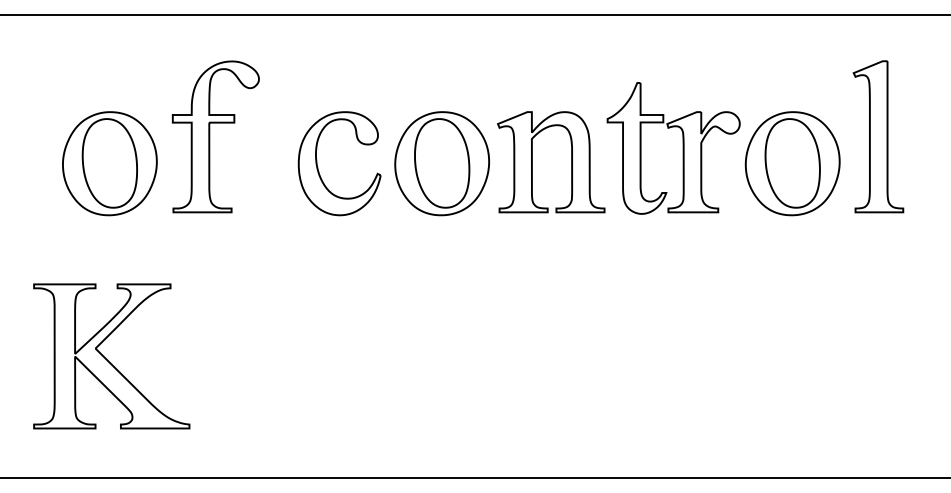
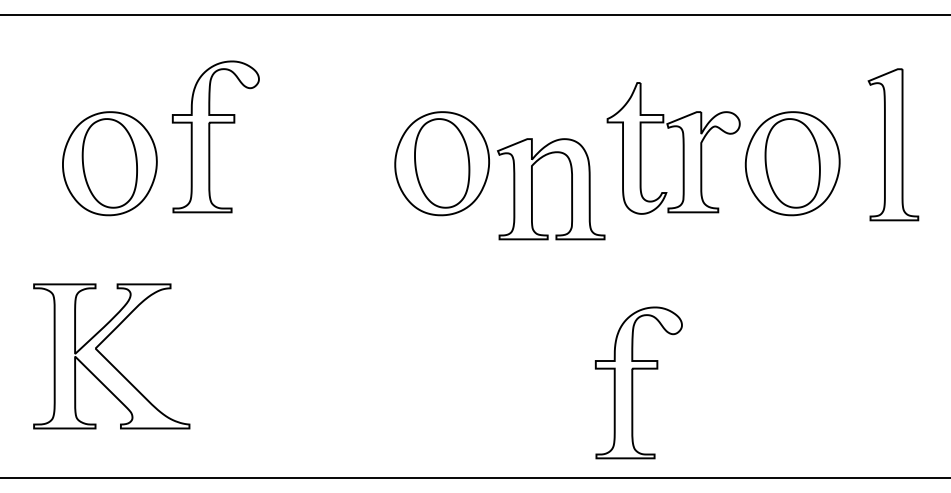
part at (878, 136) position: (878, 136) -> (893, 144)
part at (532, 162) position: (532, 162) -> (532, 189)
part at (318, 167): present -> none
part at (638, 382): none -> present
